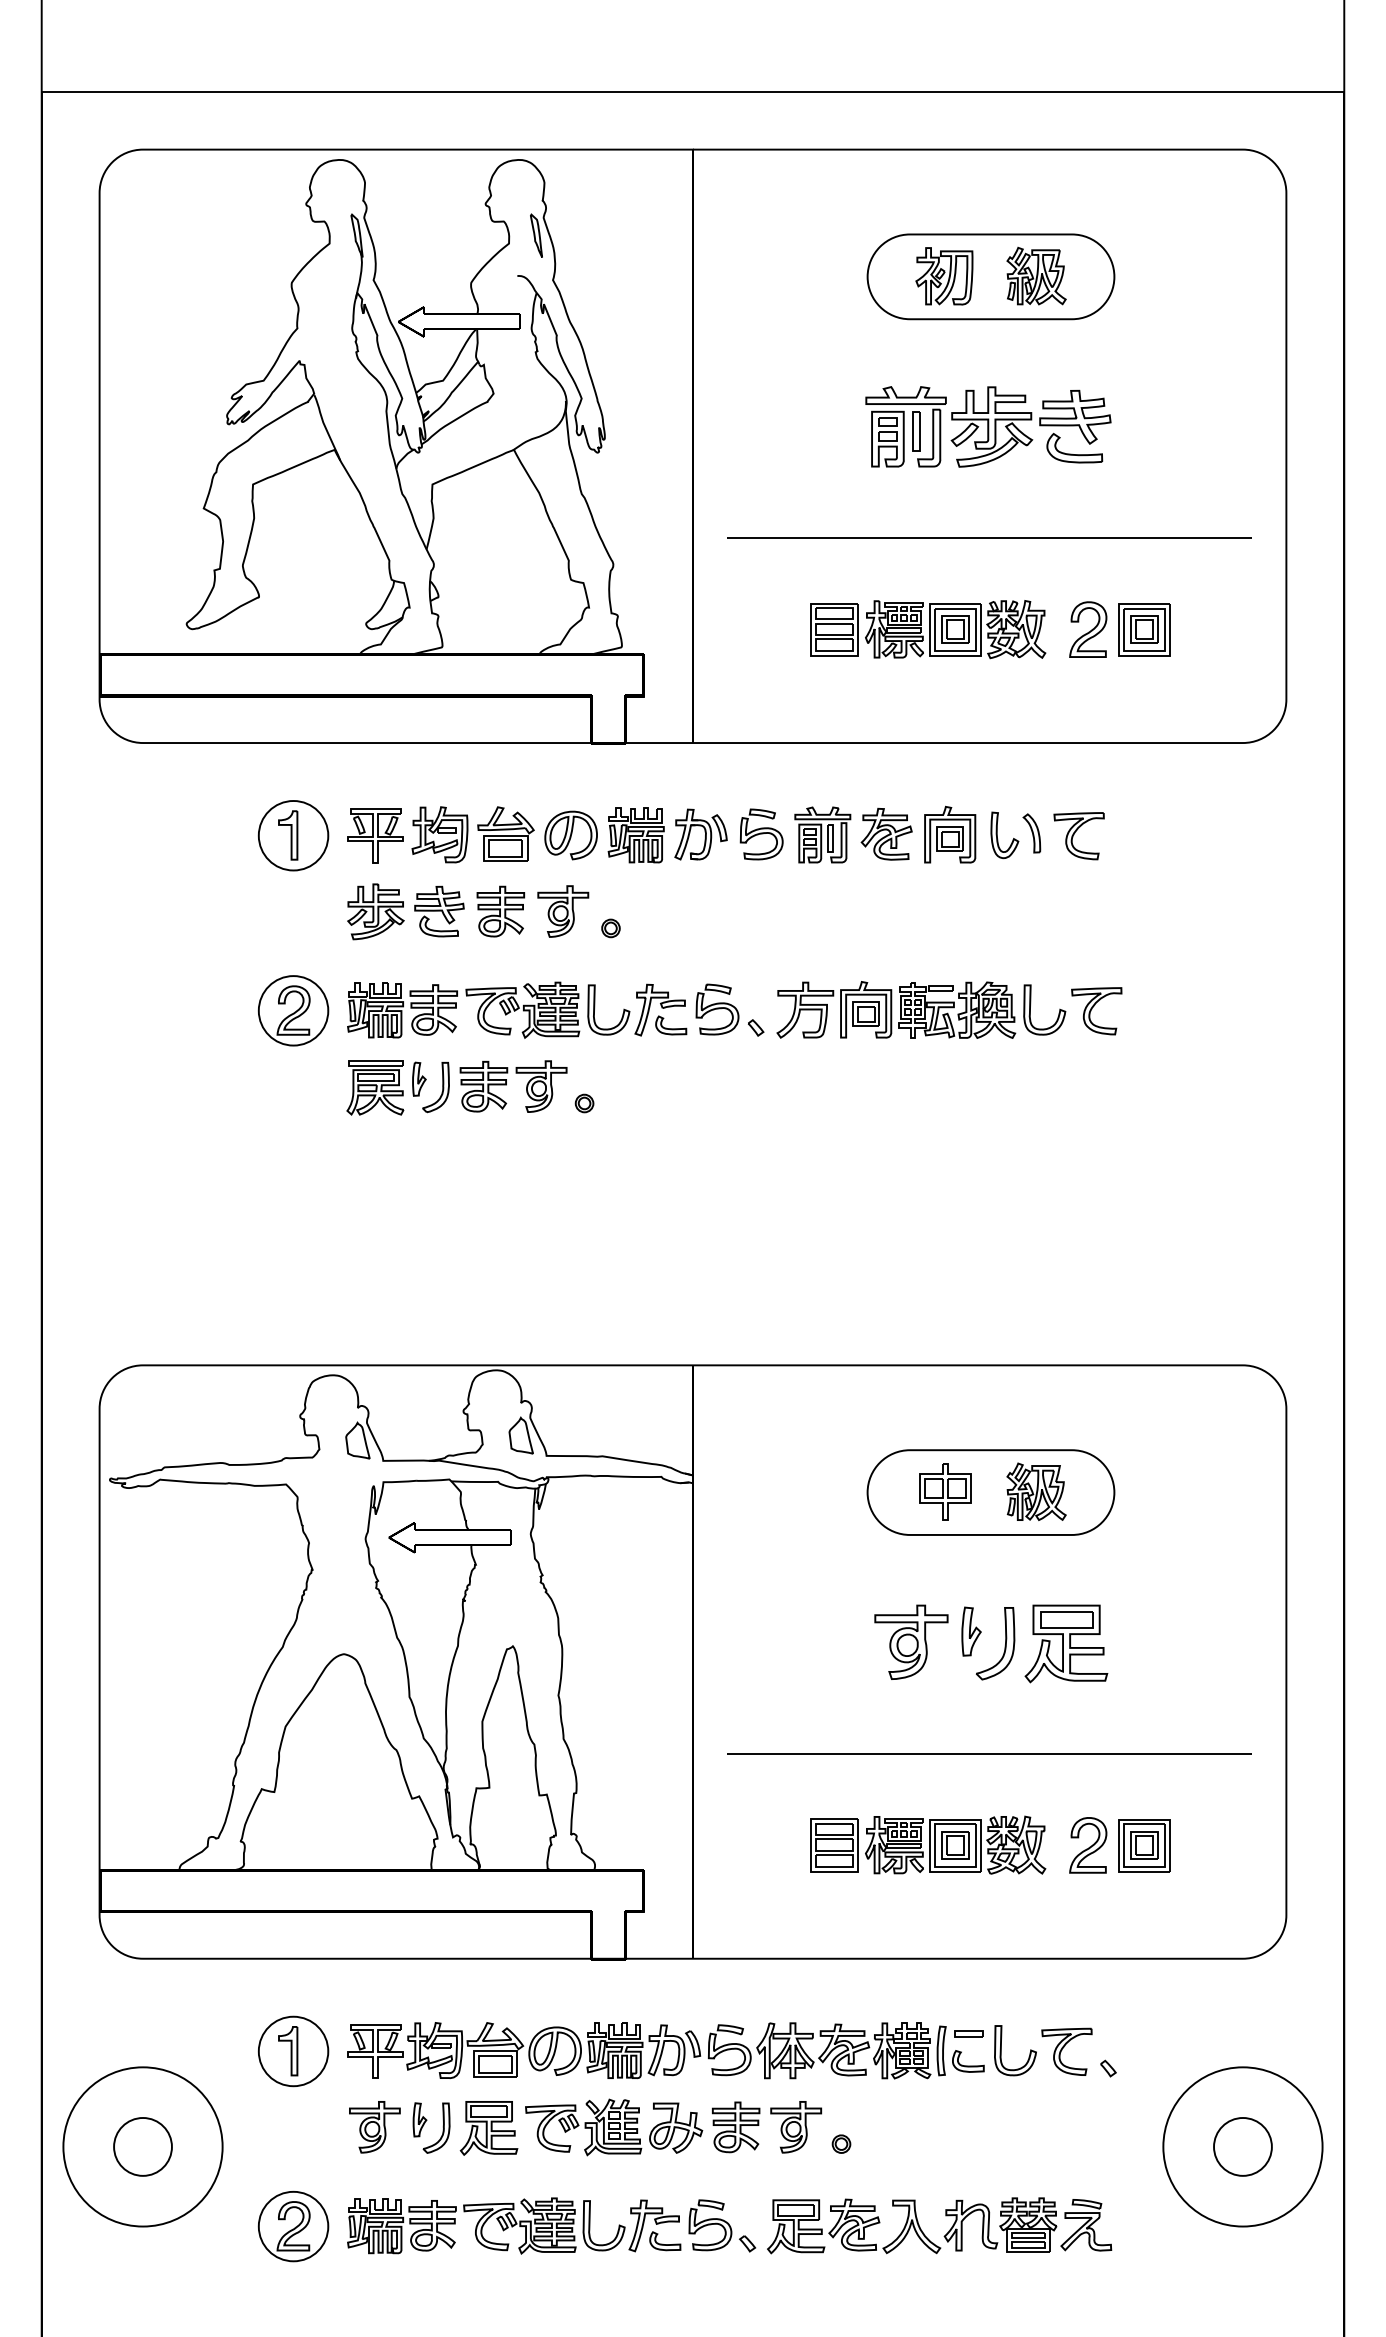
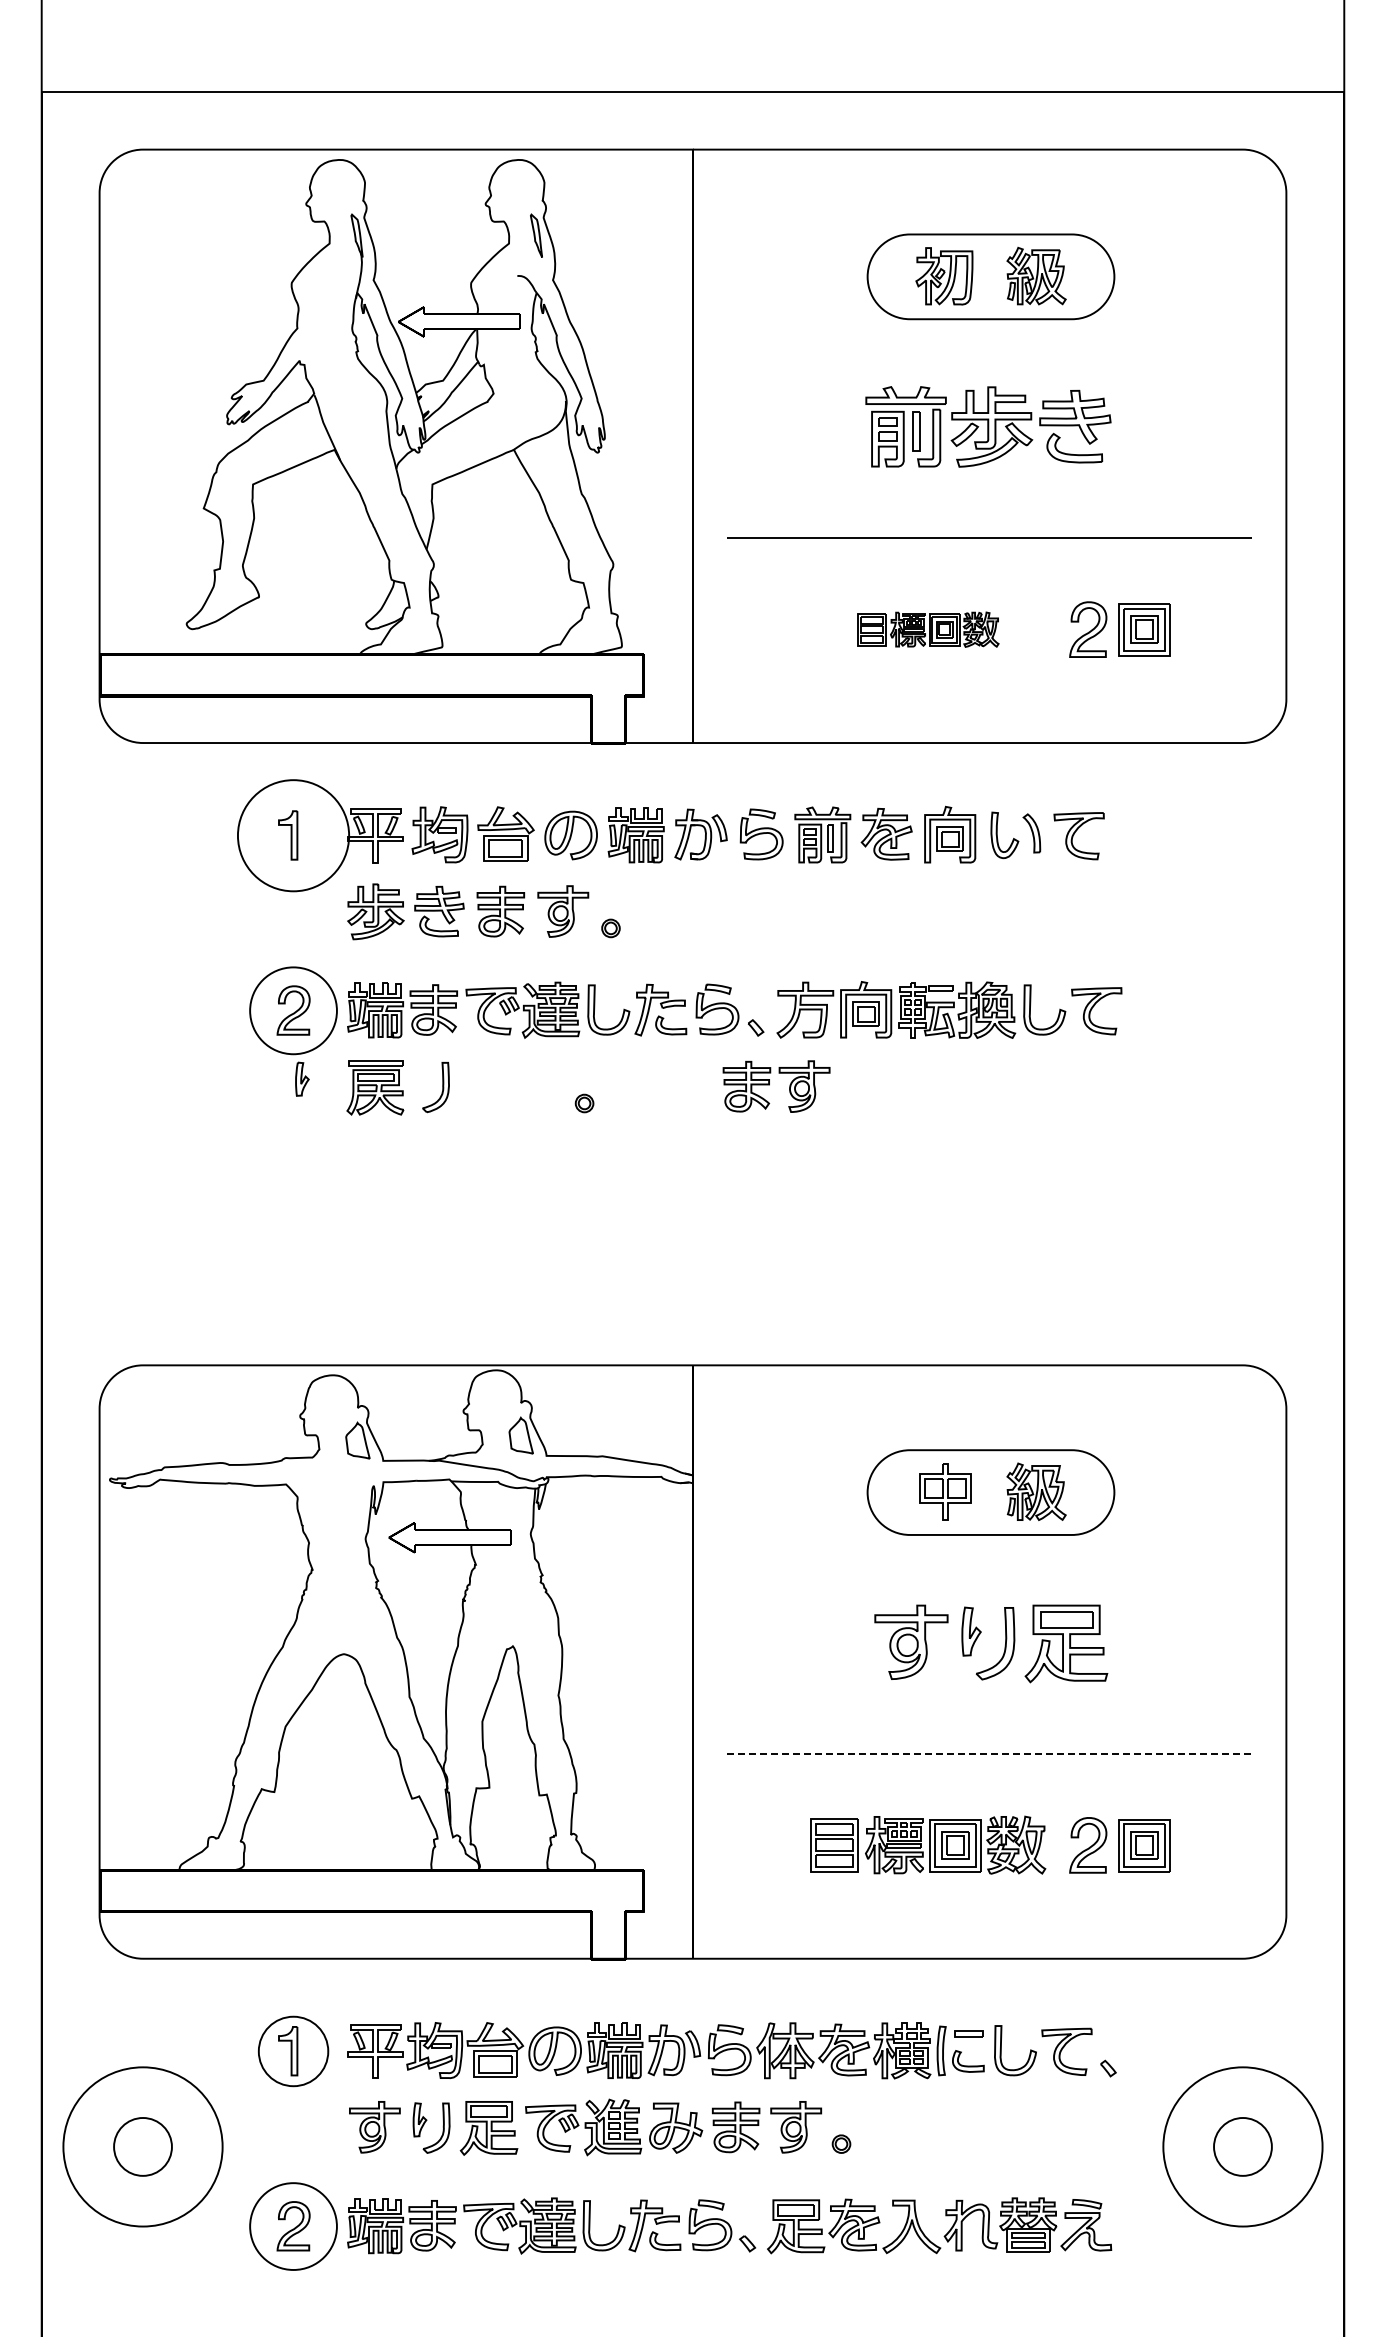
part at (928, 629) size: 237x60 px -> 143x37 px
circle at (293, 835) diameter: 69 px -> 111 px
circle at (293, 1010) diameter: 69 px -> 87 px
part at (419, 1078) position: (419, 1078) -> (302, 1078)
part at (506, 1085) position: (506, 1085) -> (769, 1085)
line at (990, 1753): solid -> dashed
circle at (293, 2226) diameter: 69 px -> 87 px
